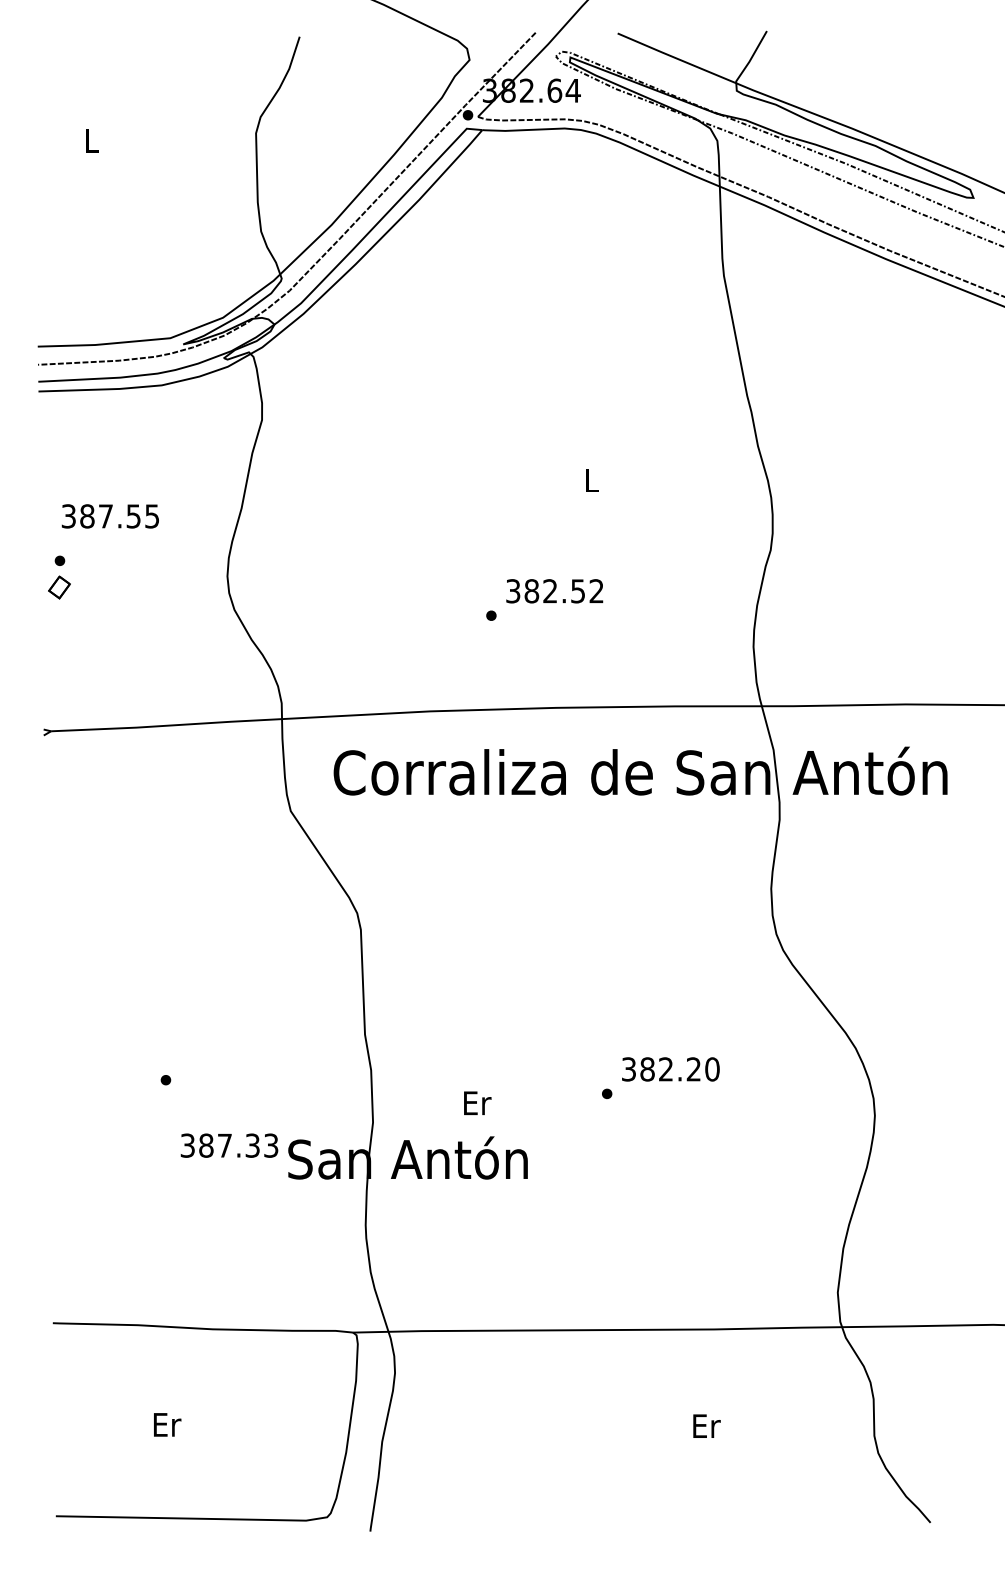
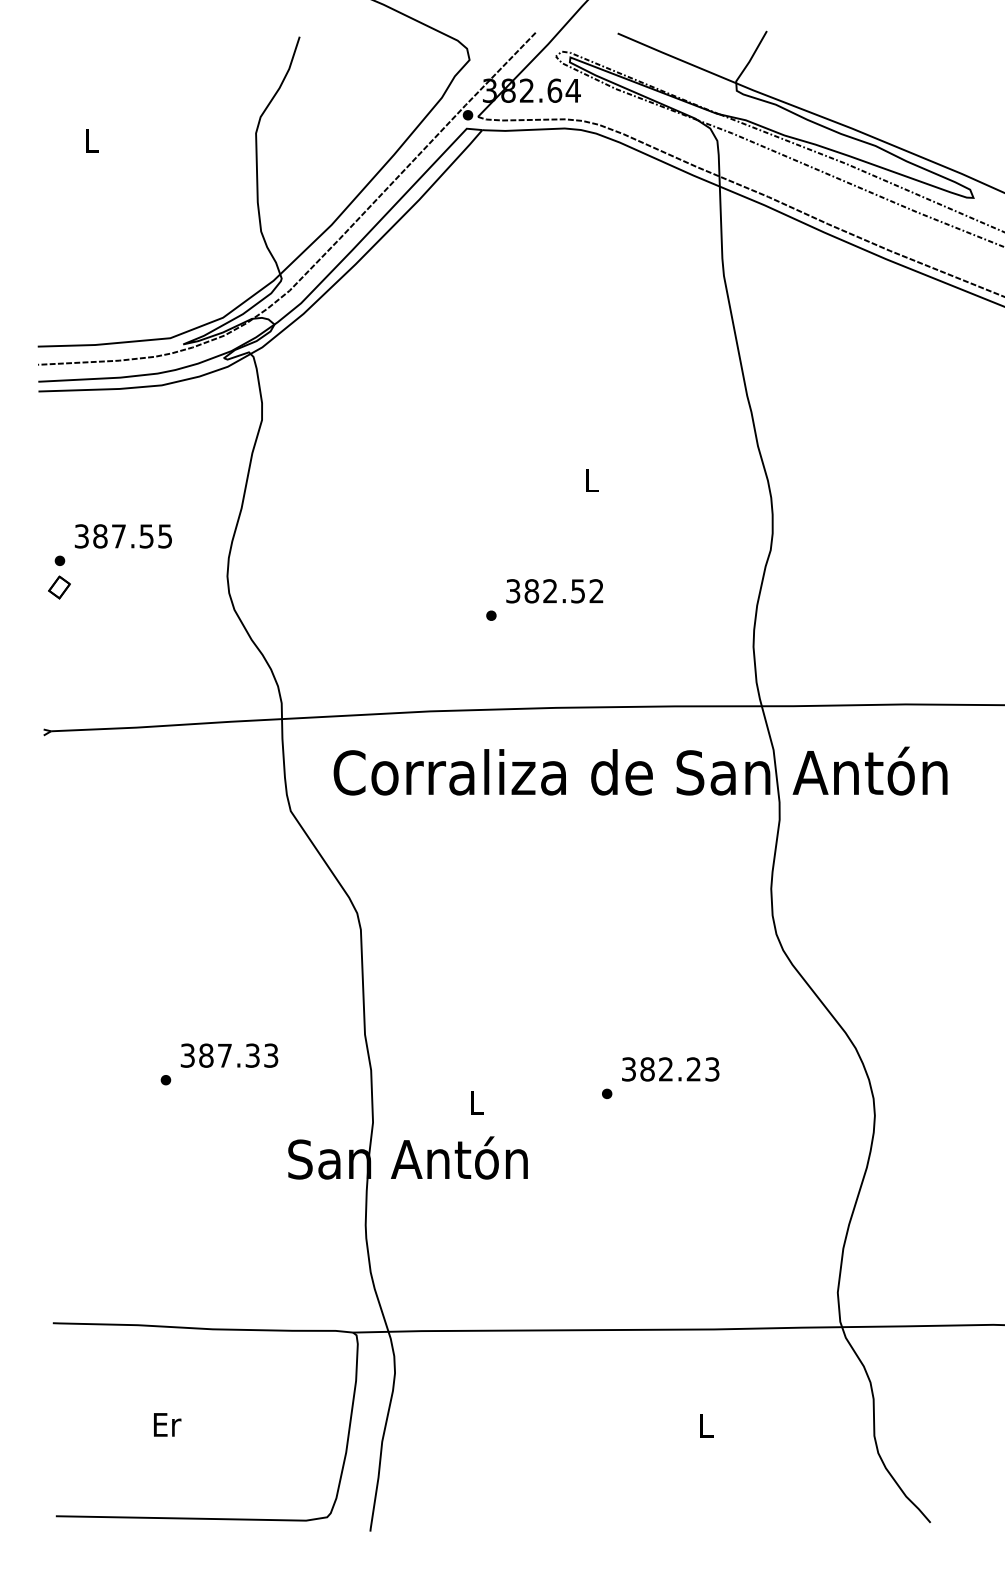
text at (109, 516) position: (109, 516) -> (122, 536)
text at (712, 1069): 382.20 -> 382.23
text at (477, 1103): Er -> L
text at (229, 1145) position: (229, 1145) -> (229, 1055)
text at (706, 1425): Er -> L
